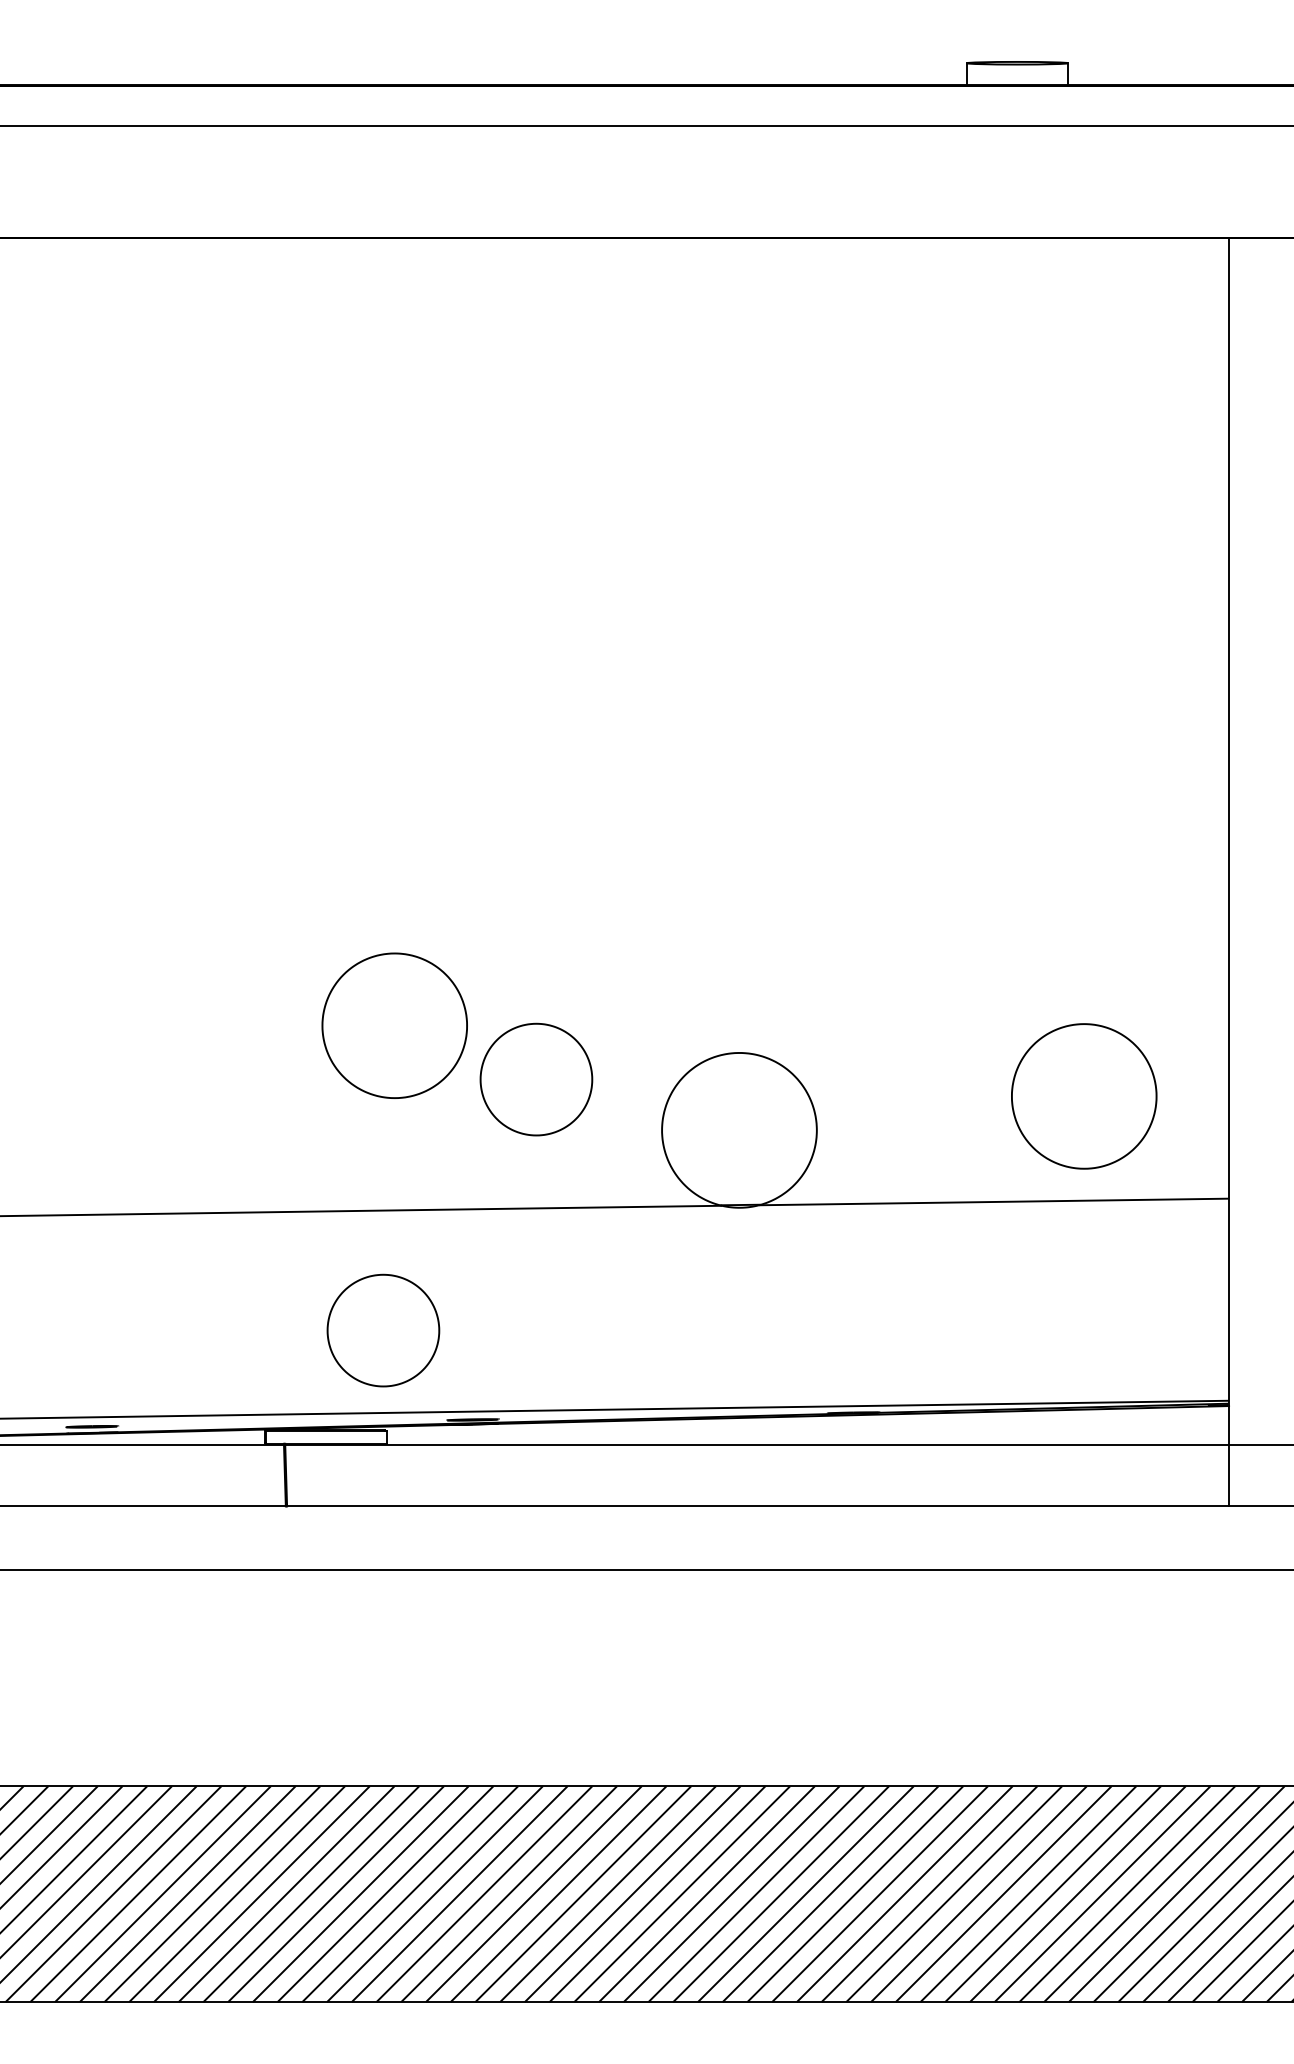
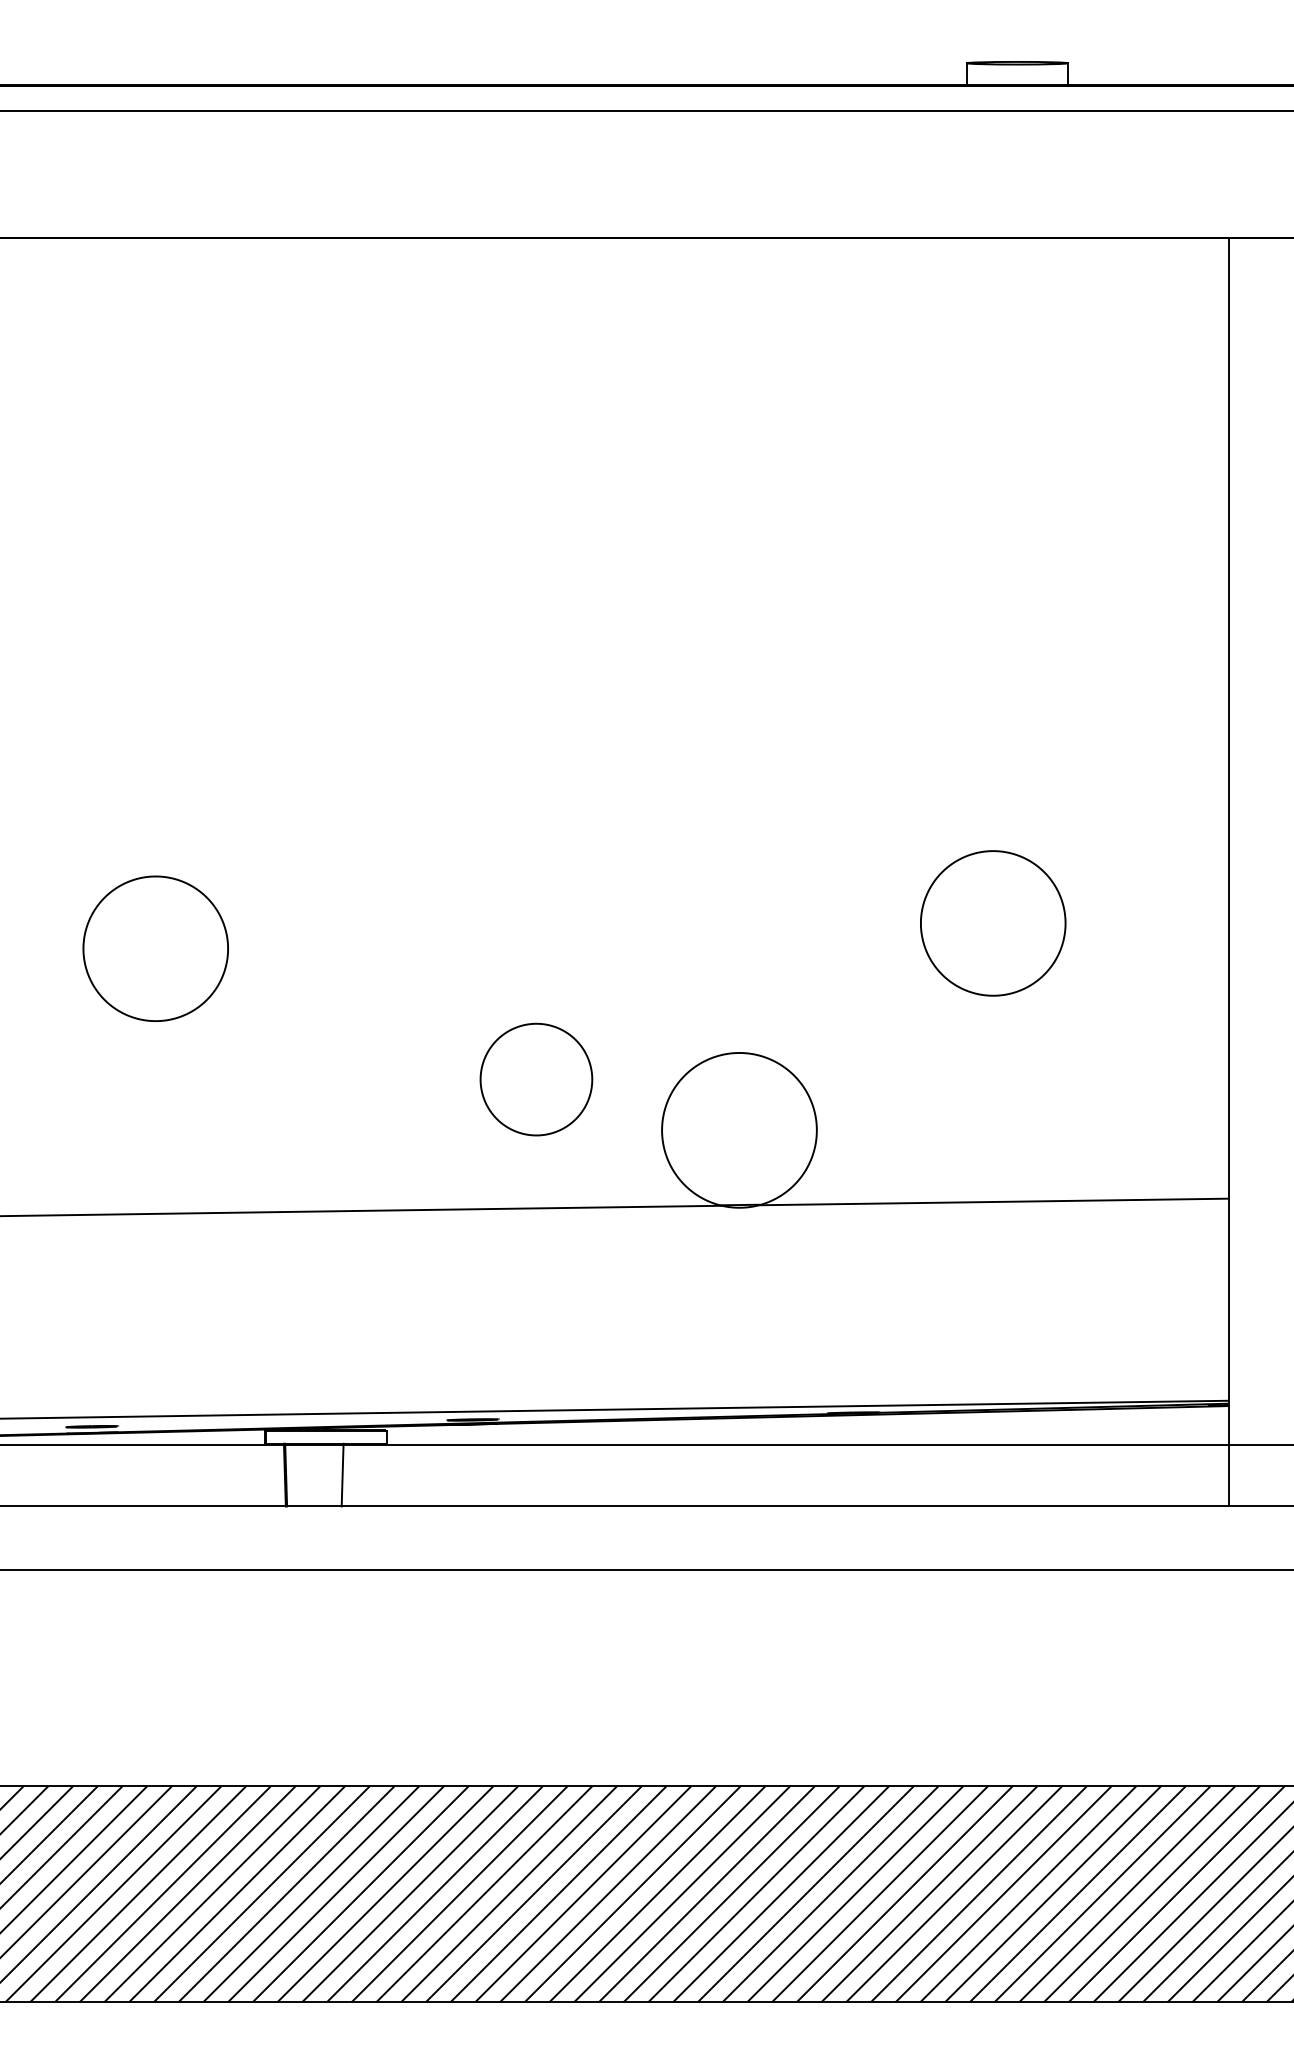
line at (646, 126) position: (646, 126) -> (646, 111)
part at (394, 1025) position: (394, 1025) -> (155, 948)
part at (1084, 1096) position: (1084, 1096) -> (993, 923)
part at (383, 1330): present -> none
line at (342, 1474): none -> present
